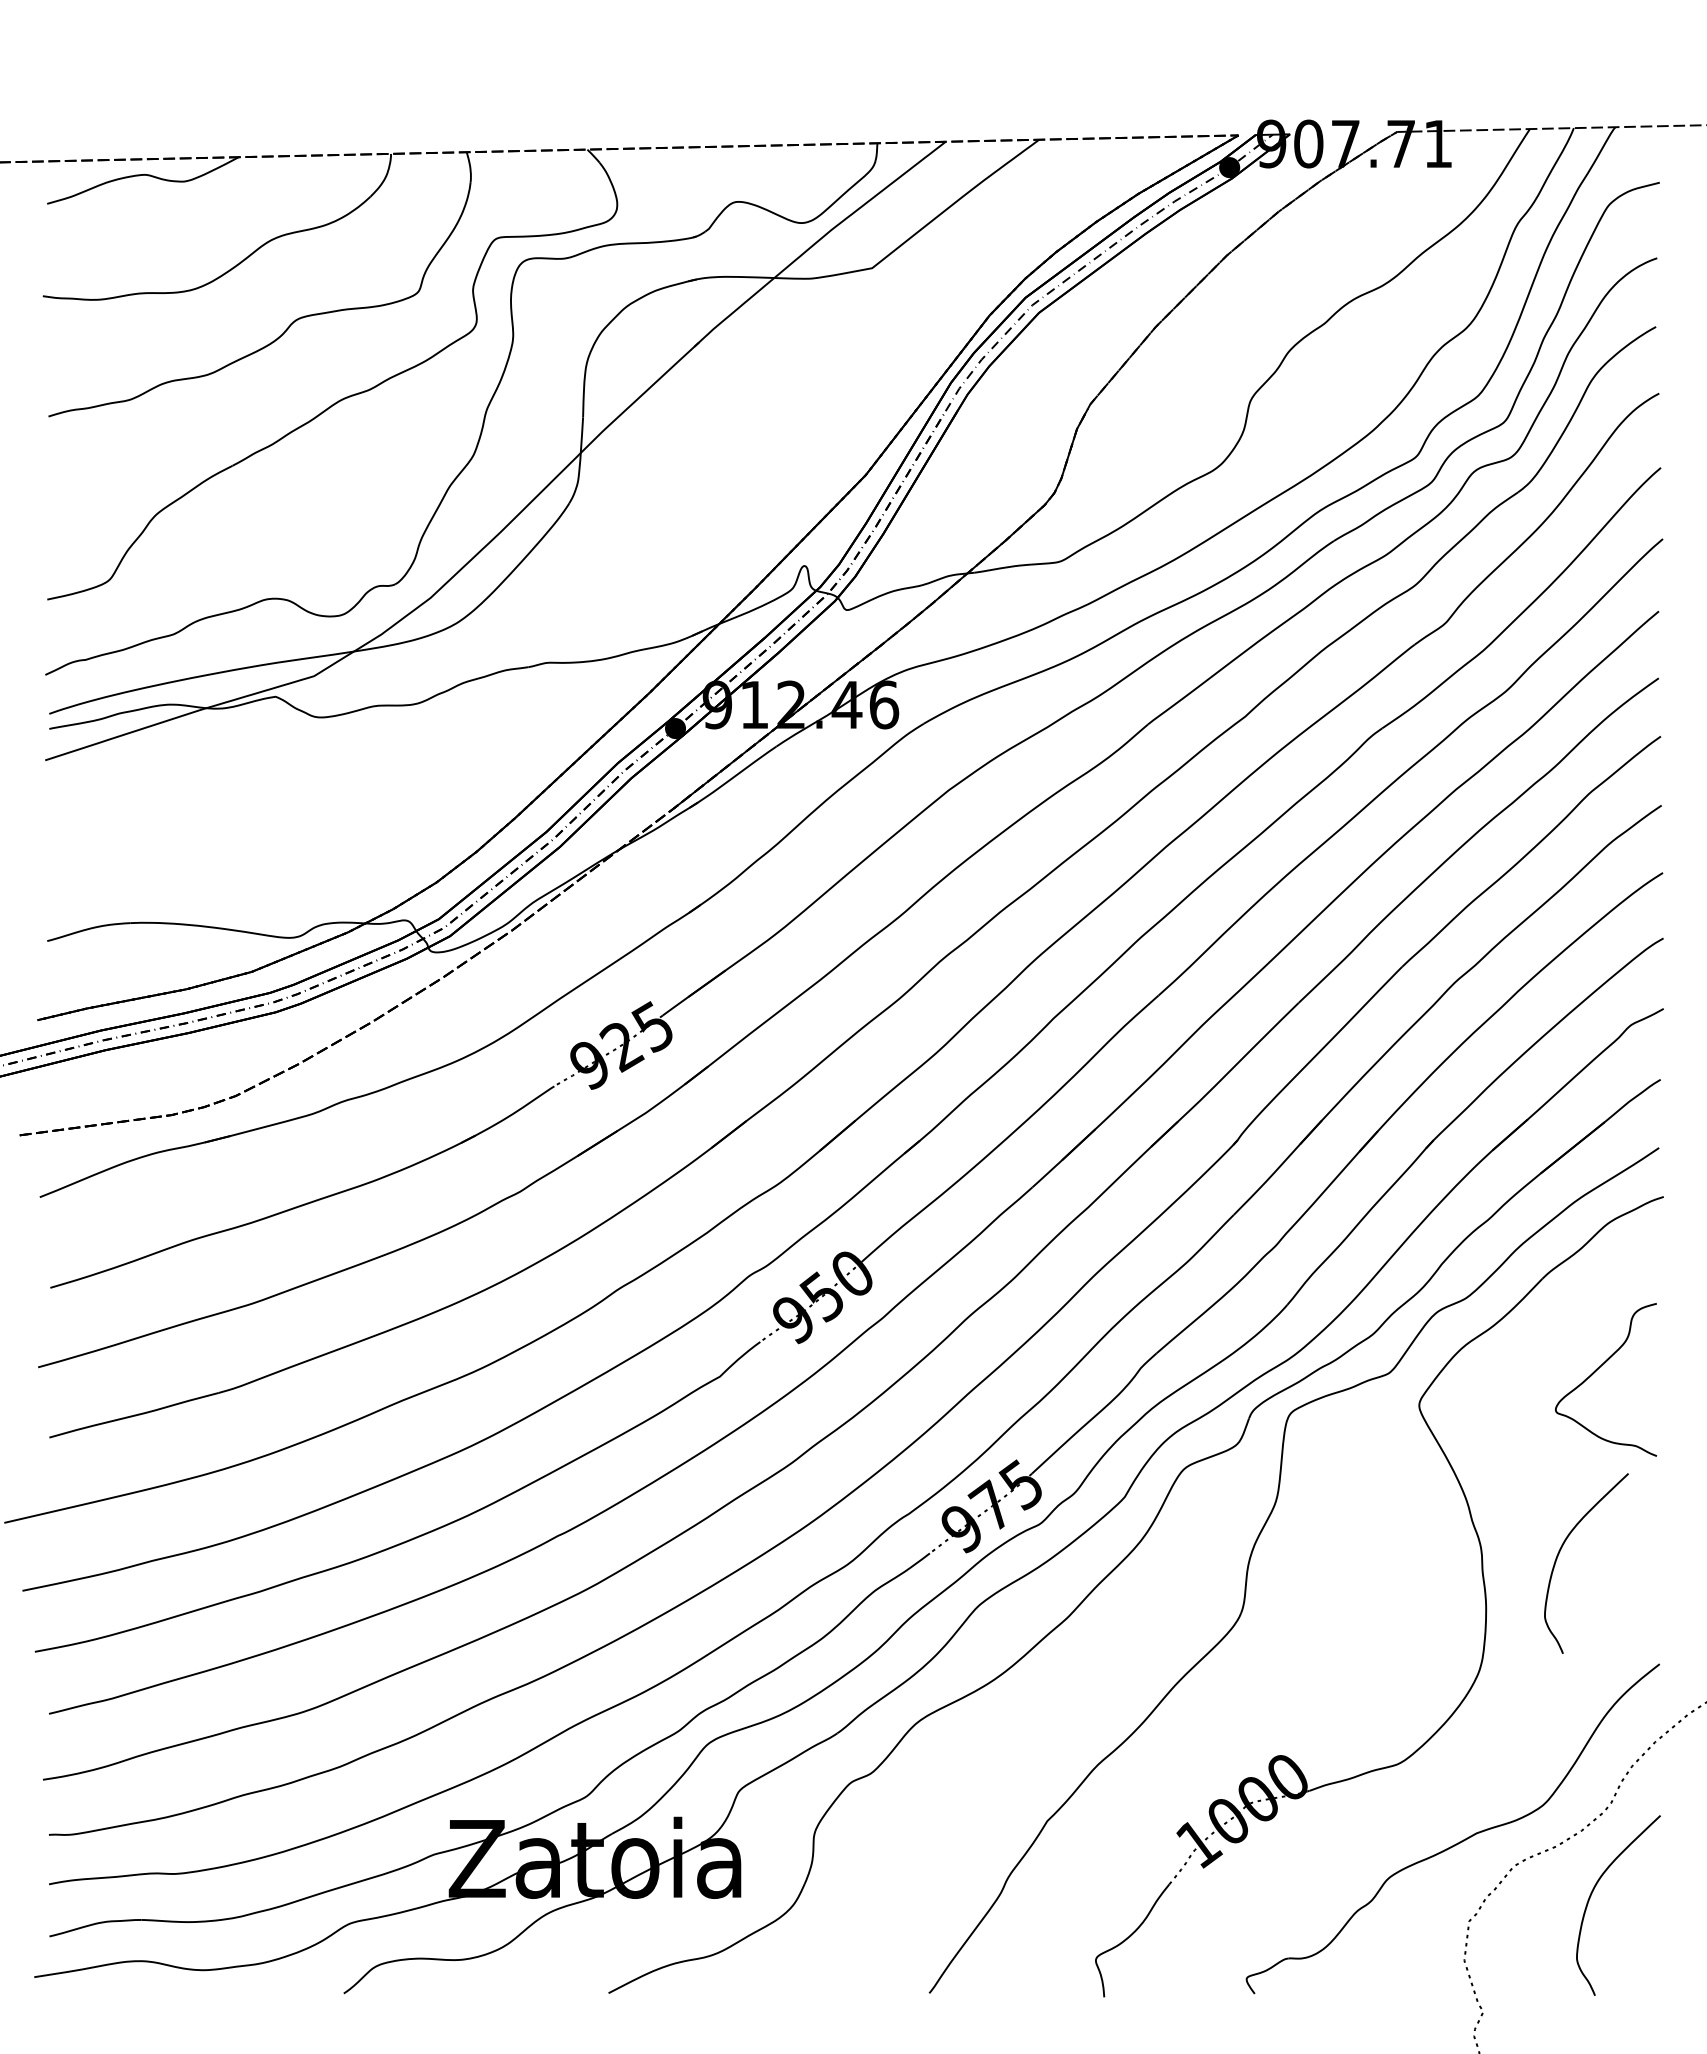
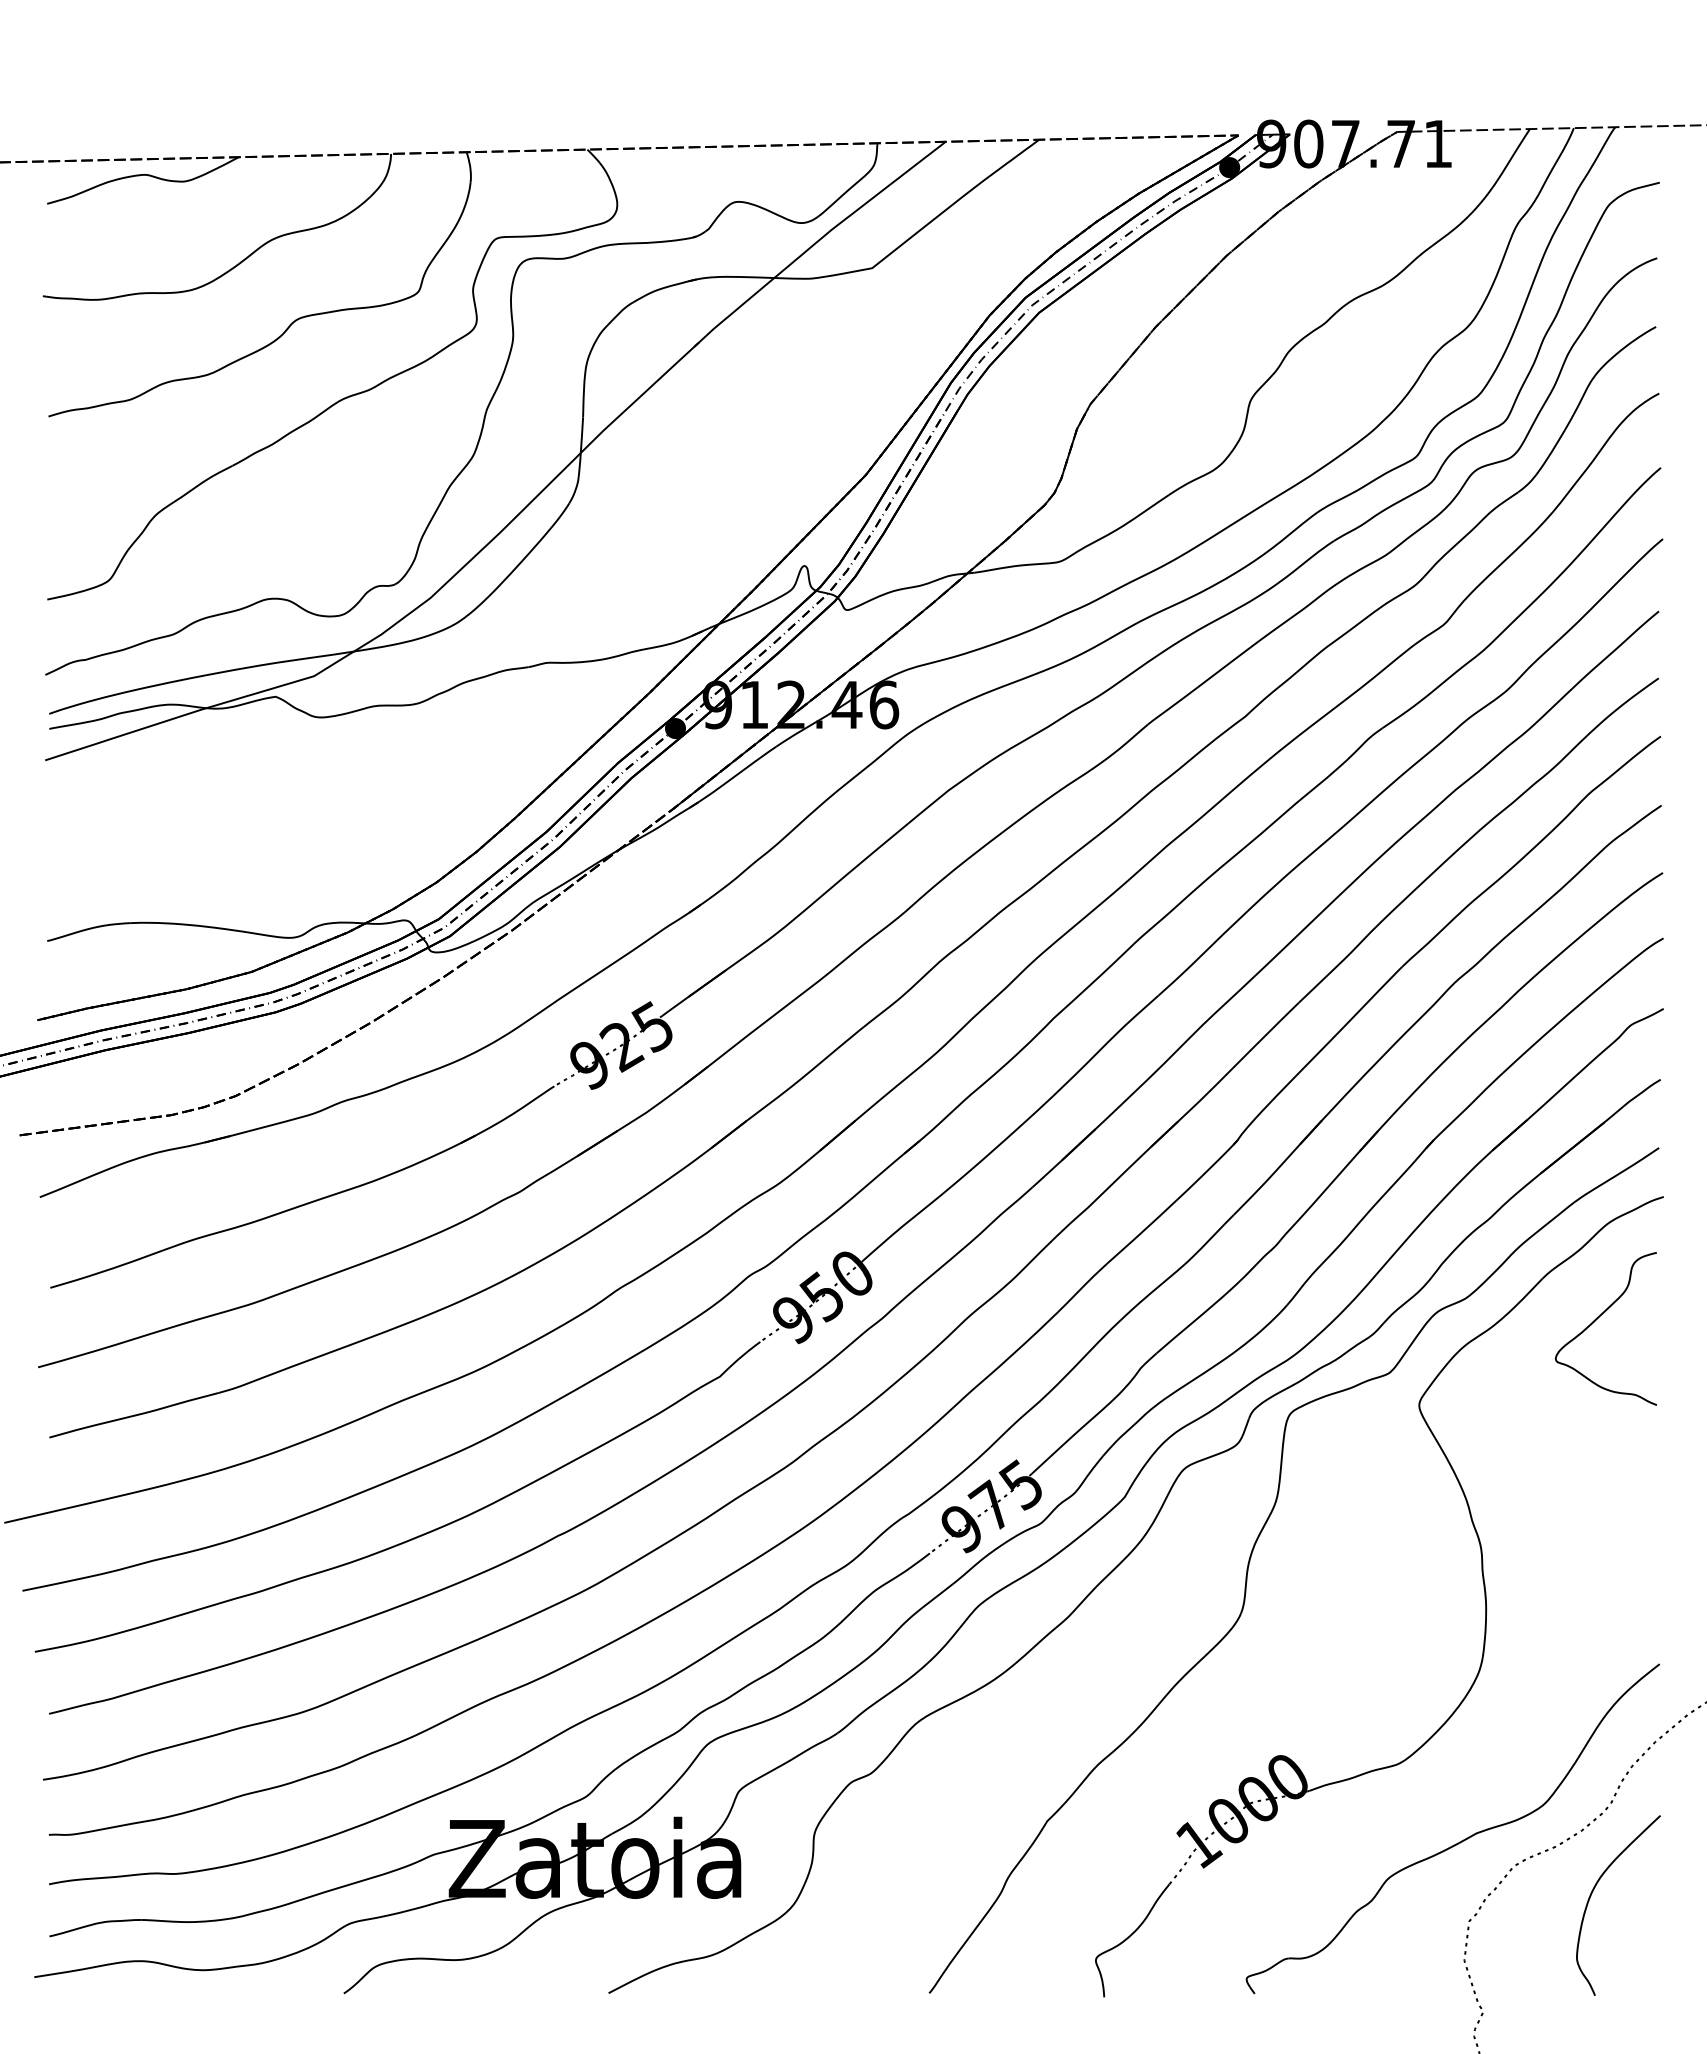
curve at (1597, 1370) position: (1597, 1370) -> (1597, 1319)
curve at (1559, 1554): present -> none
